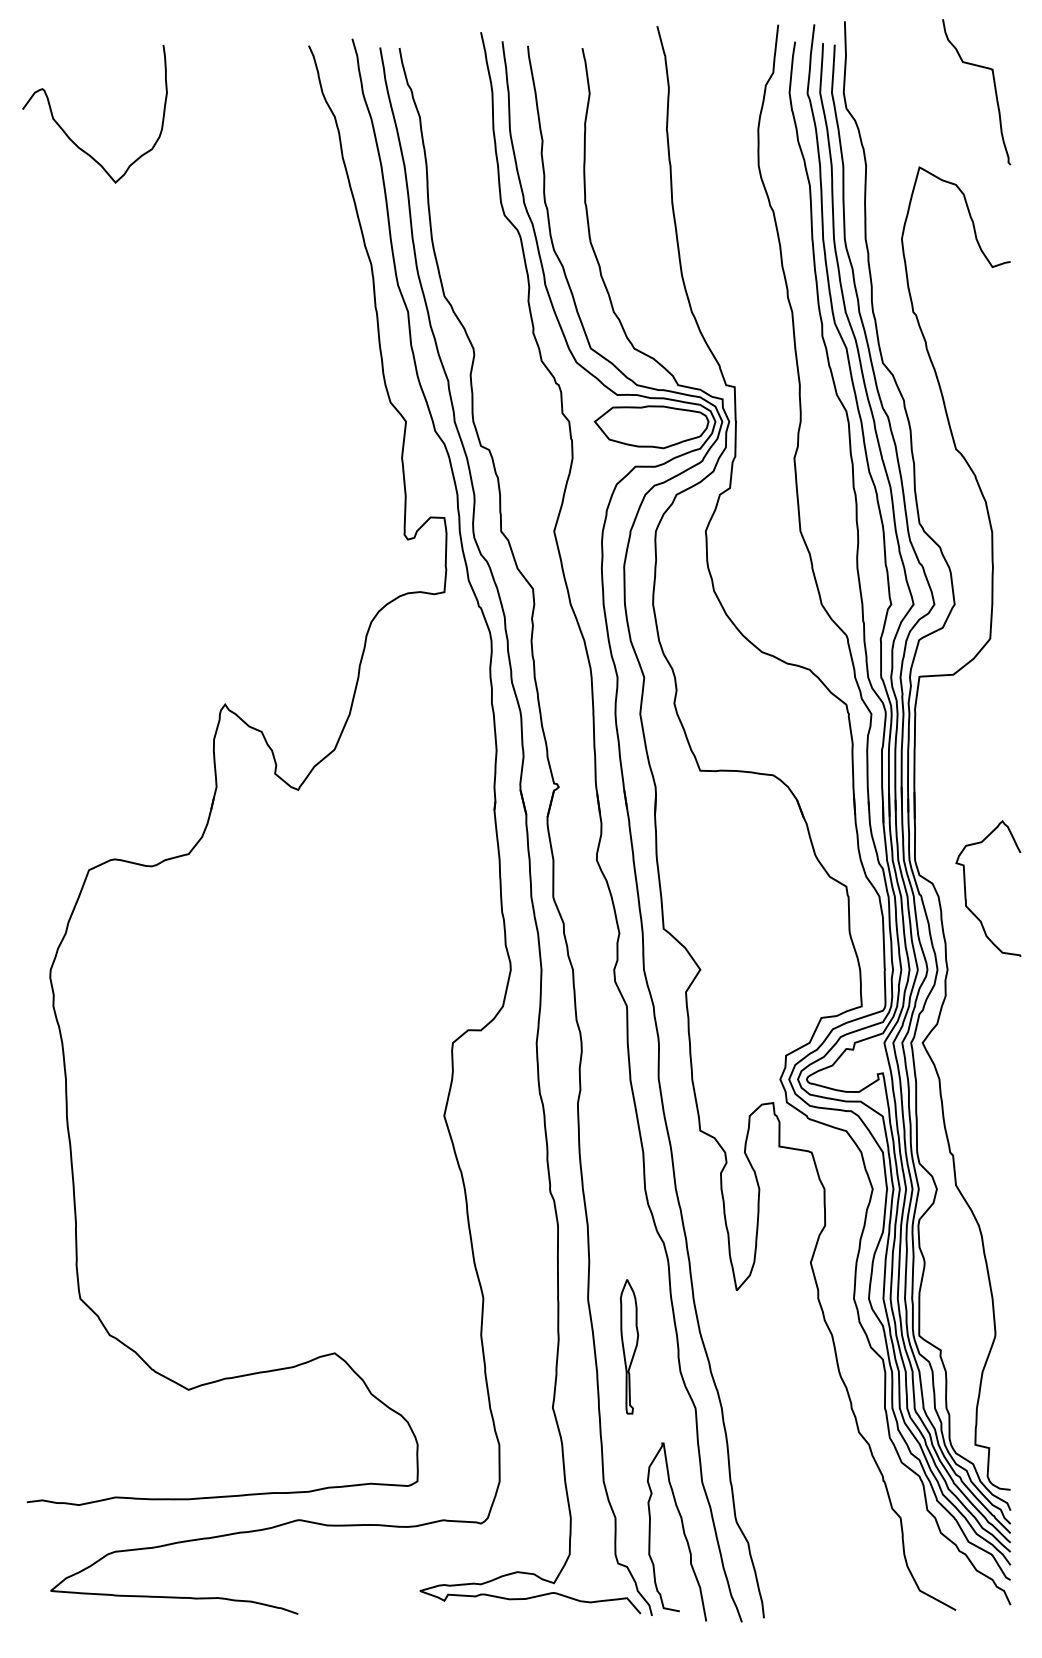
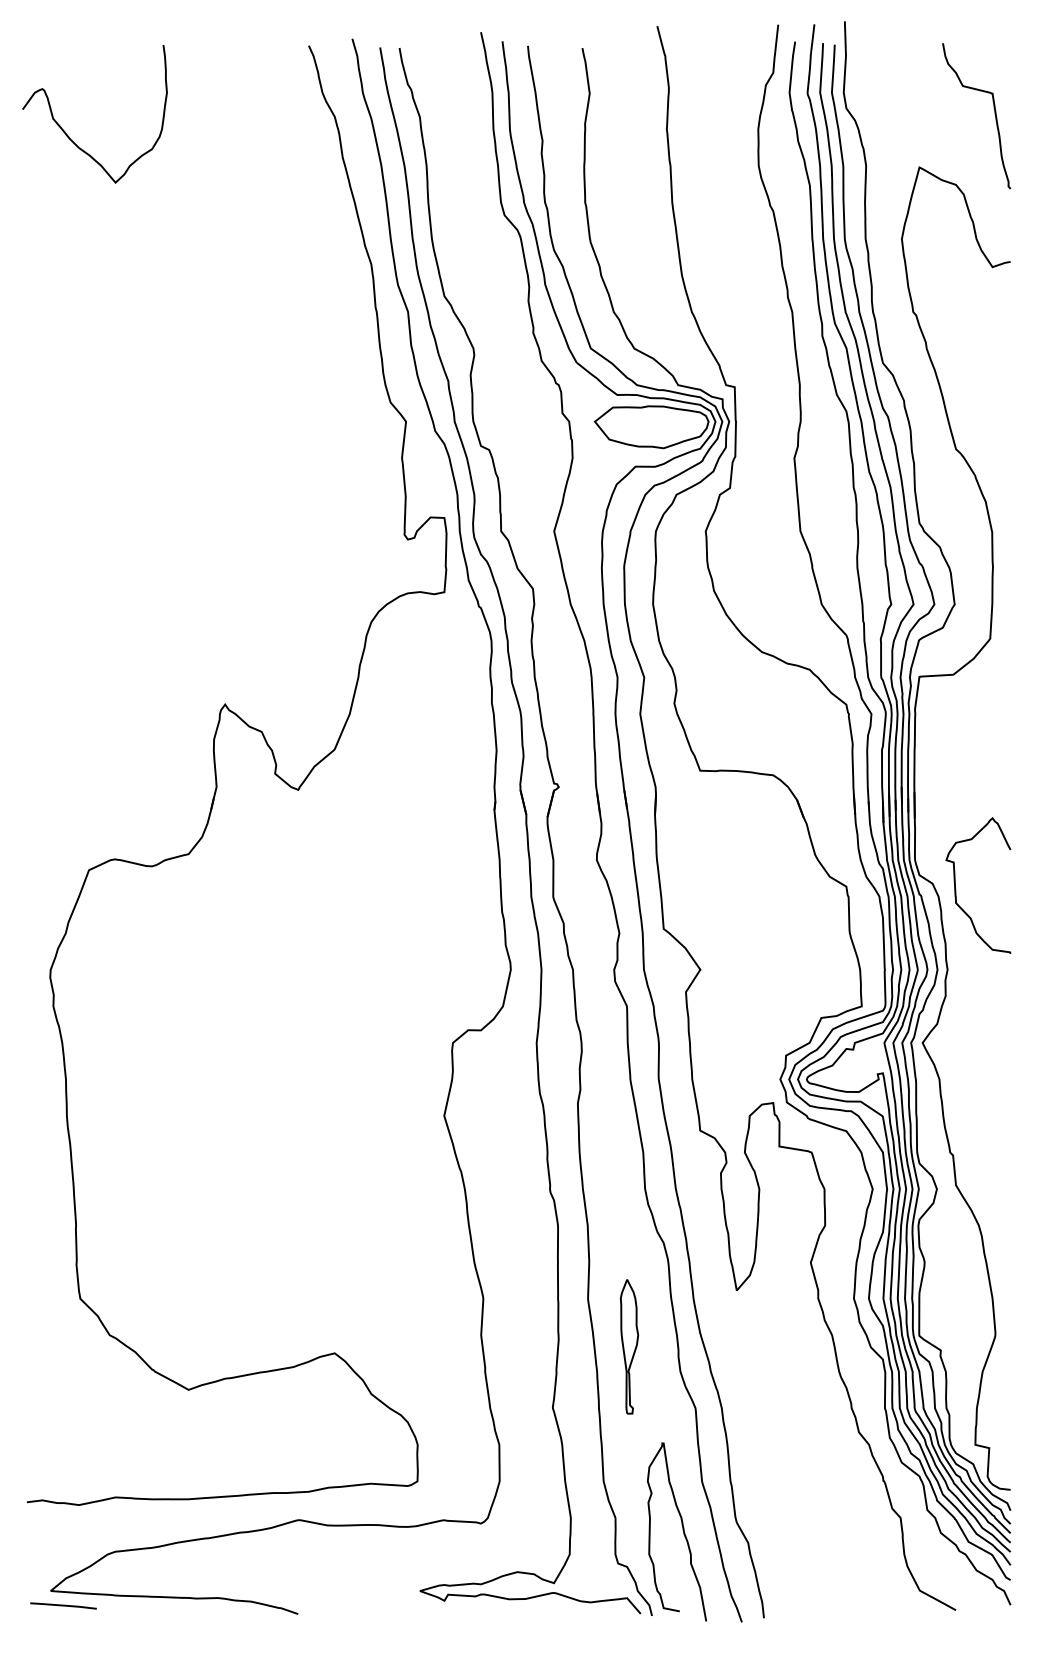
curve at (994, 90) position: (994, 90) -> (994, 114)
curve at (966, 891) position: (966, 891) -> (956, 888)
line at (63, 1605): none -> present
